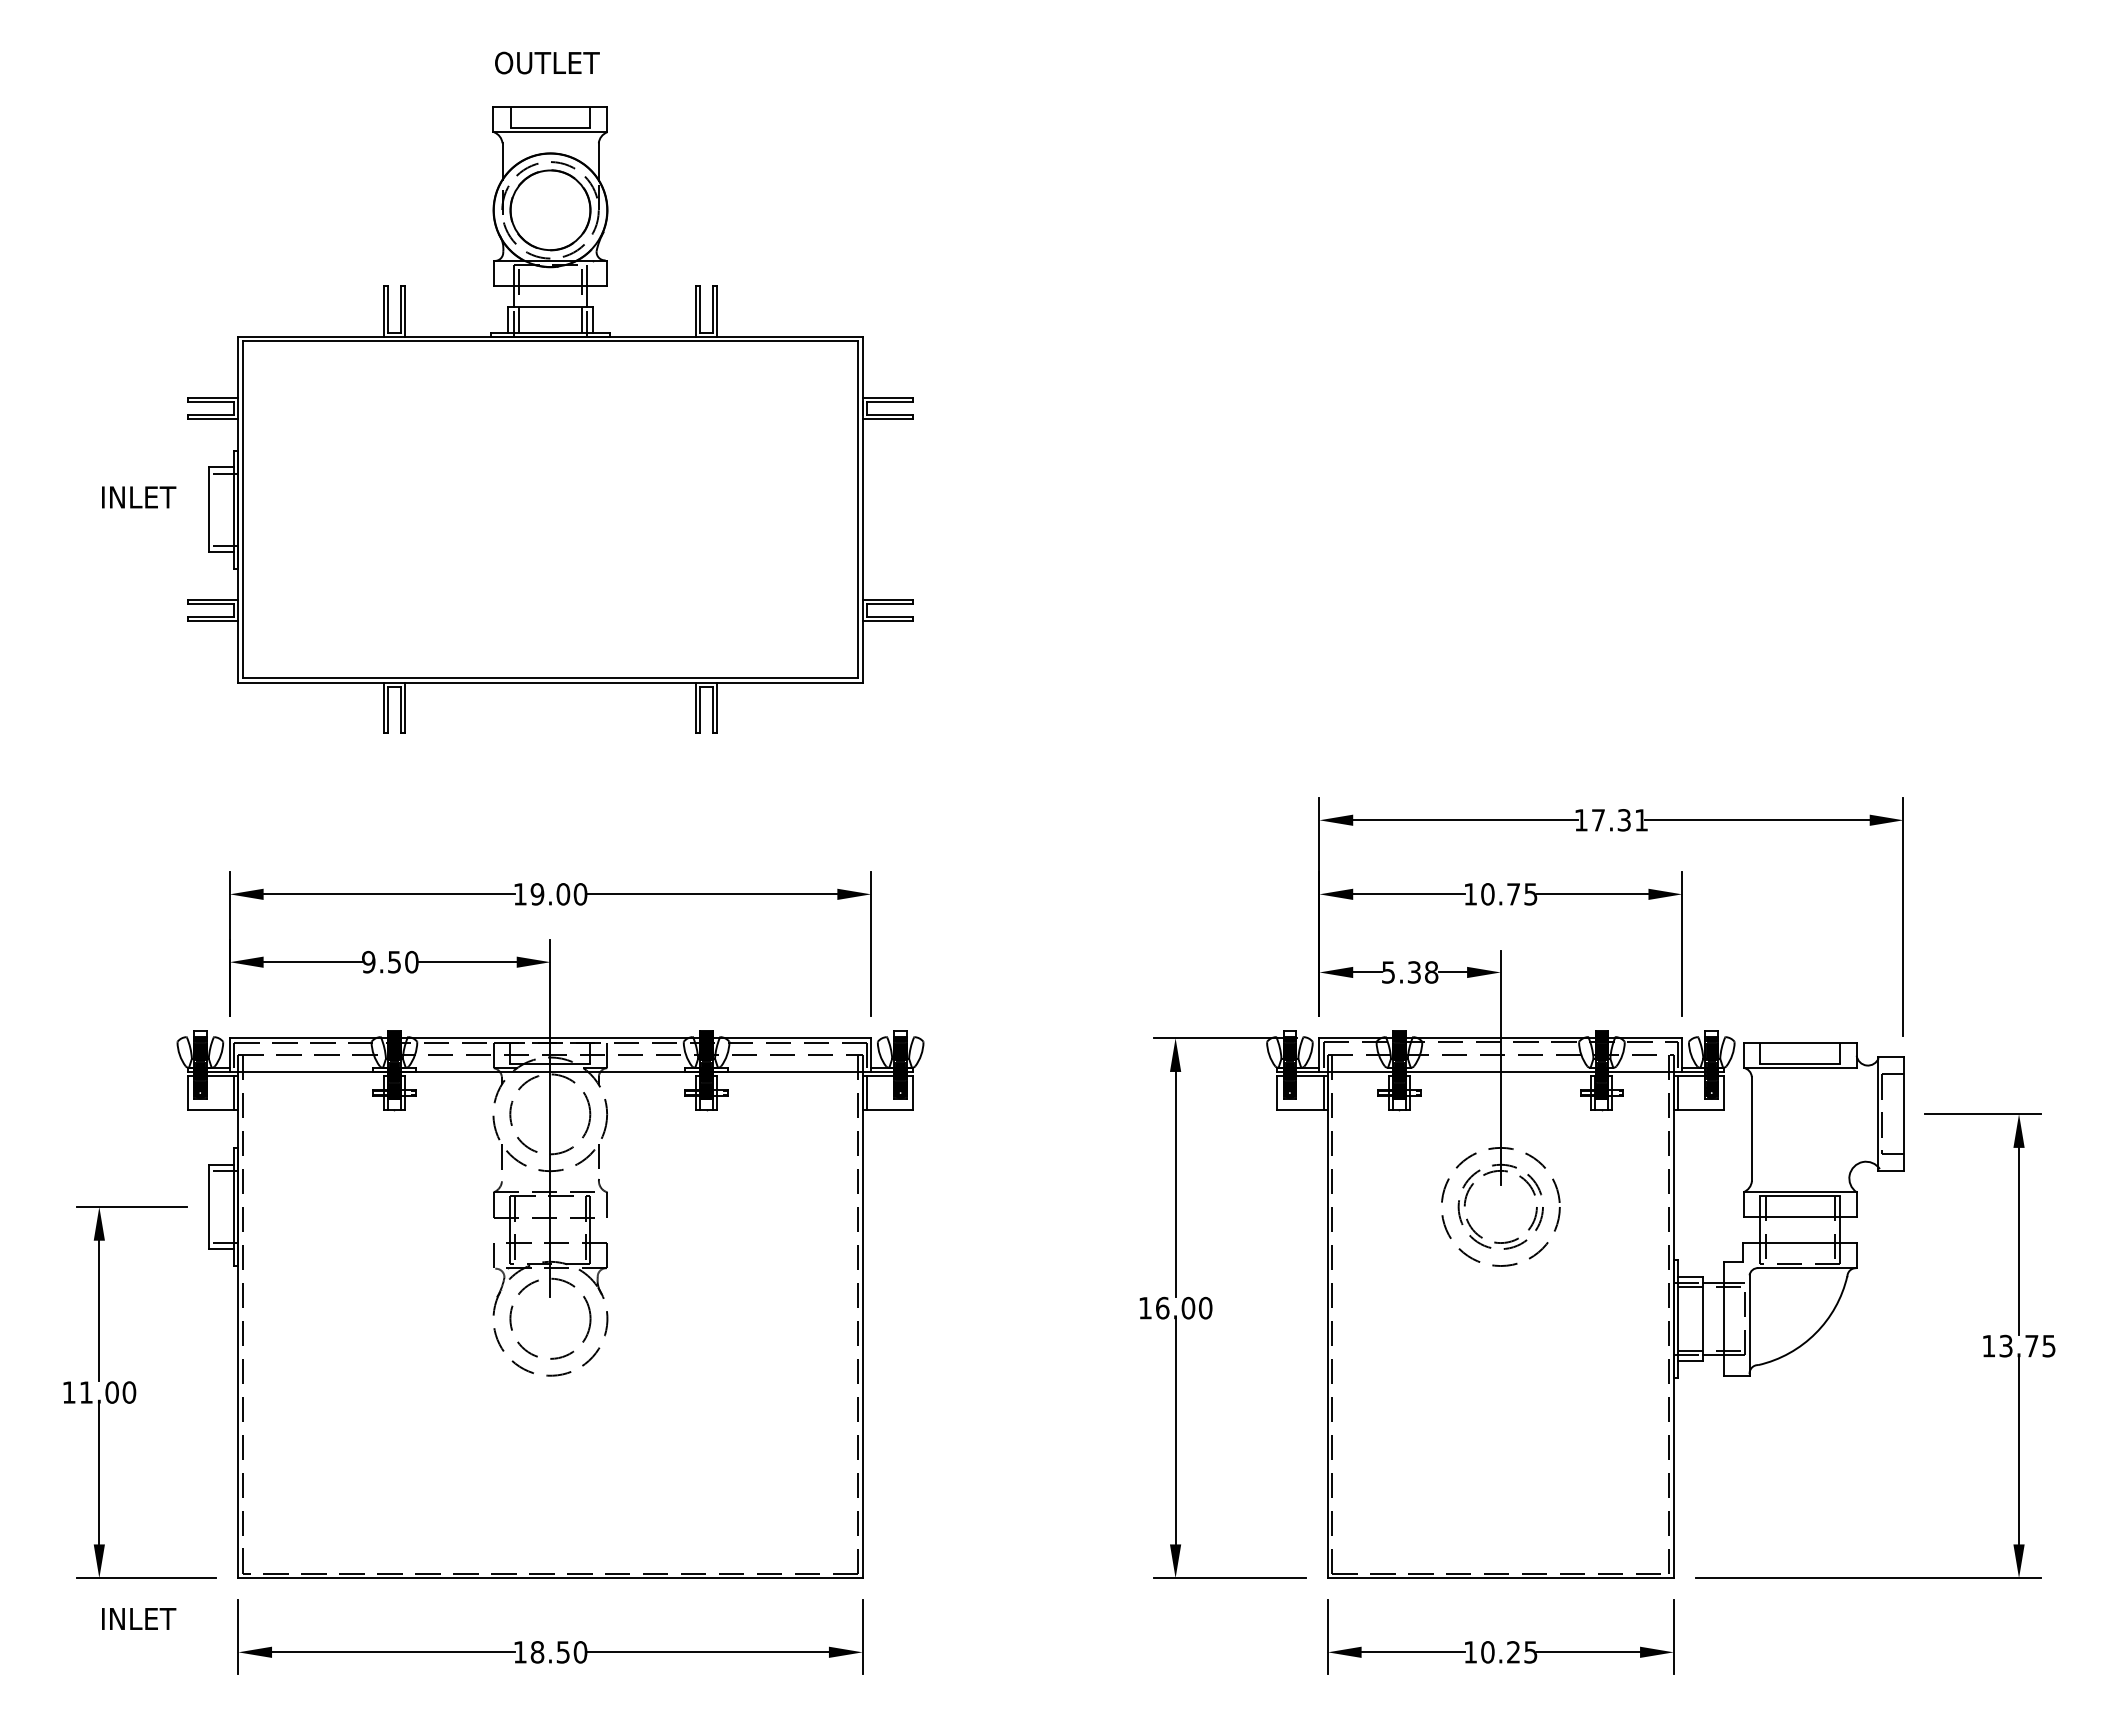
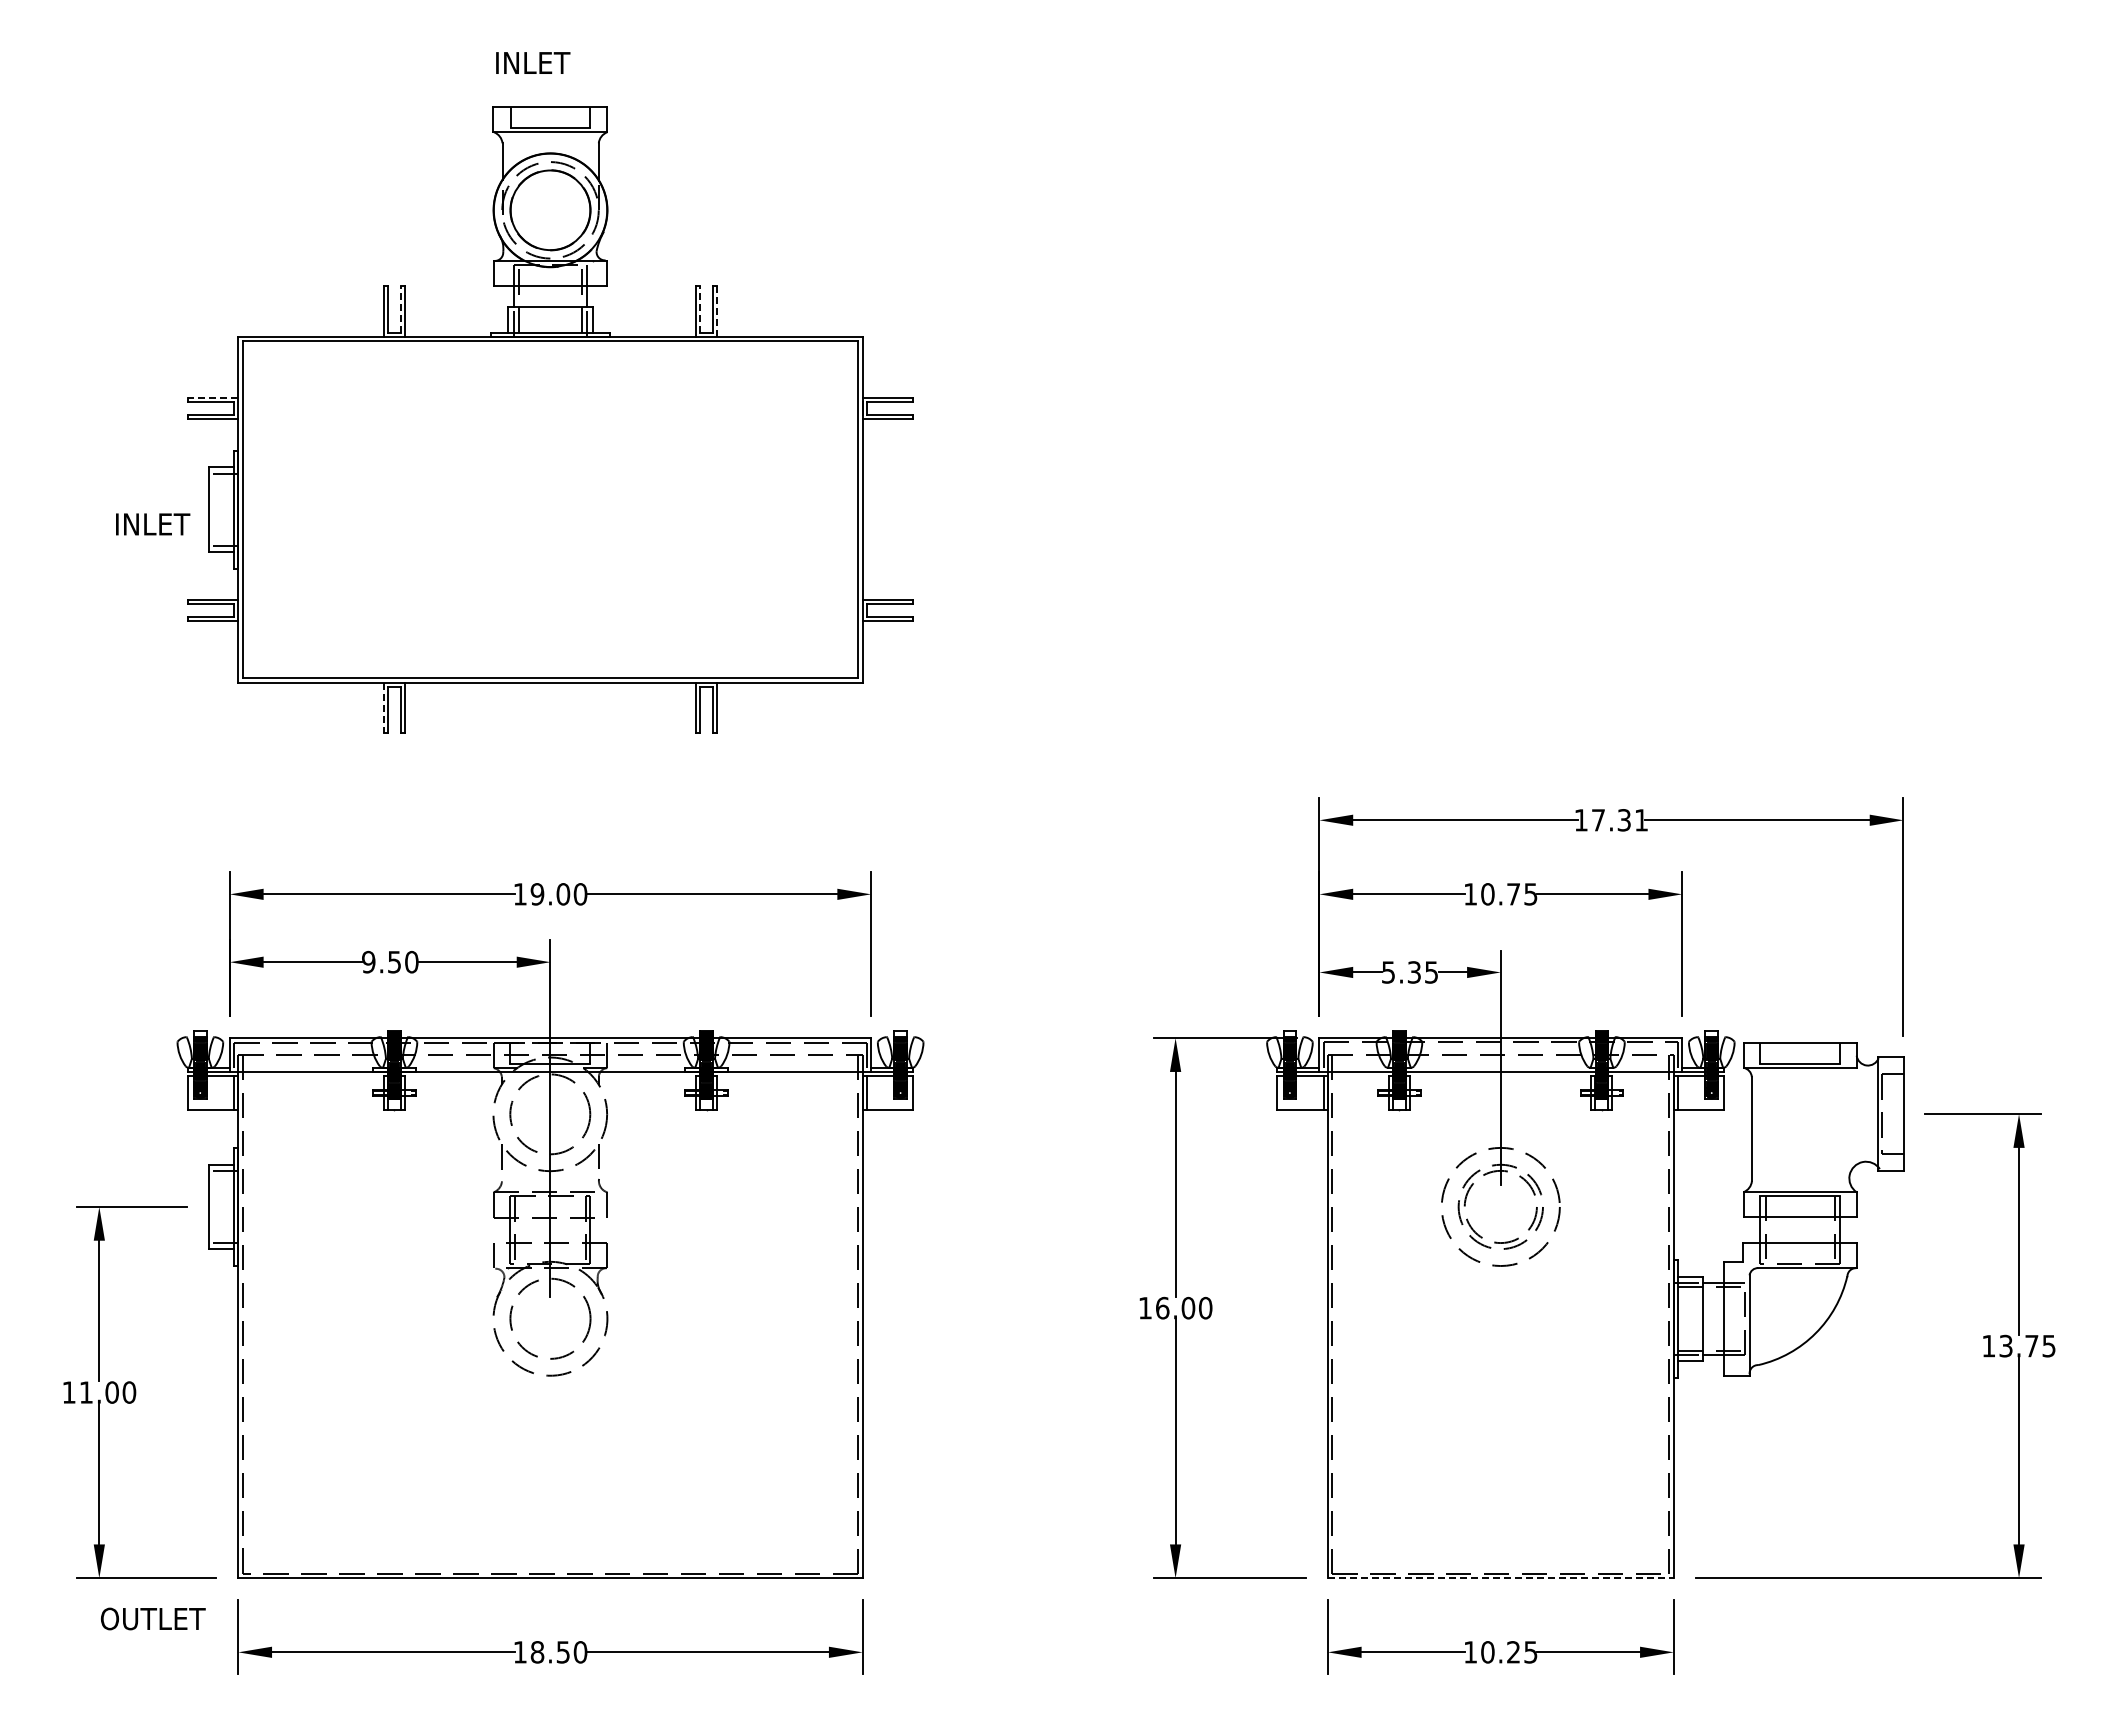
text at (547, 62): OUTLET -> INLET
line at (400, 308): solid -> dashed
line at (700, 308): solid -> dashed
line at (717, 310): solid -> dashed
line at (212, 397): solid -> dashed
text at (139, 497) position: (139, 497) -> (153, 524)
line at (383, 708): solid -> dashed
text at (1431, 972): 5.38 -> 5.35
line at (1500, 1578): solid -> dashed
text at (152, 1618): INLET -> OUTLET
